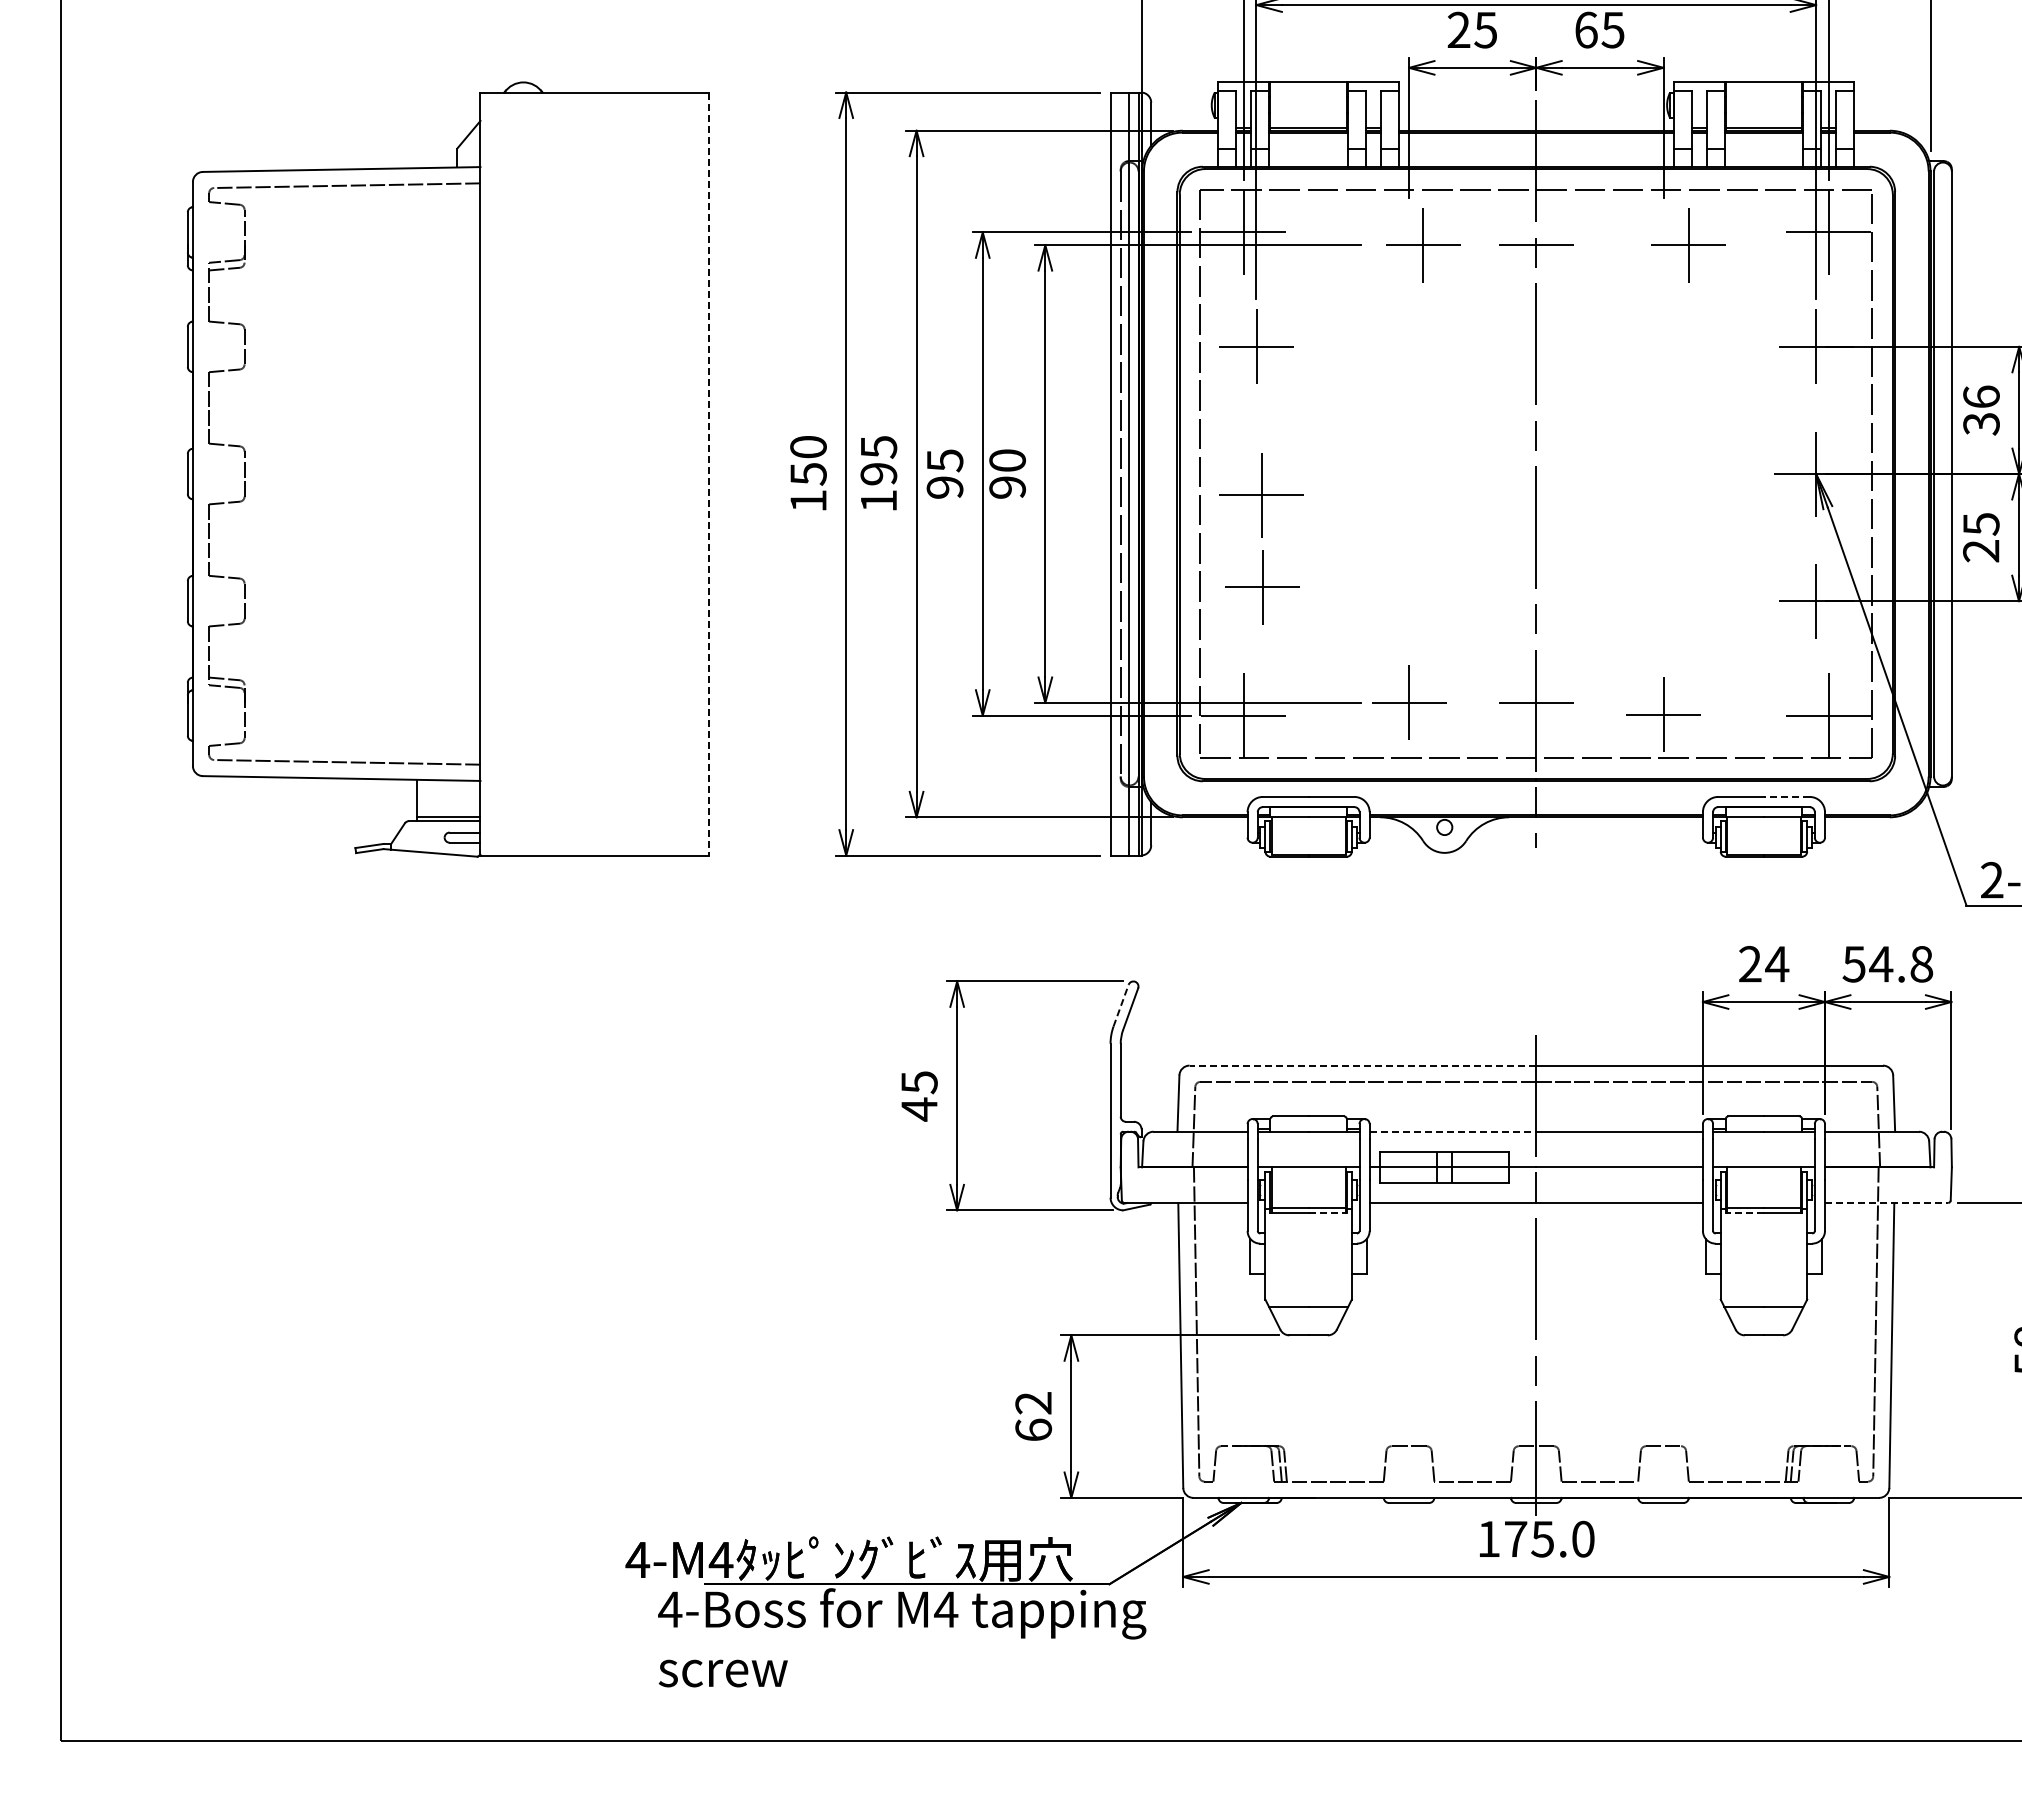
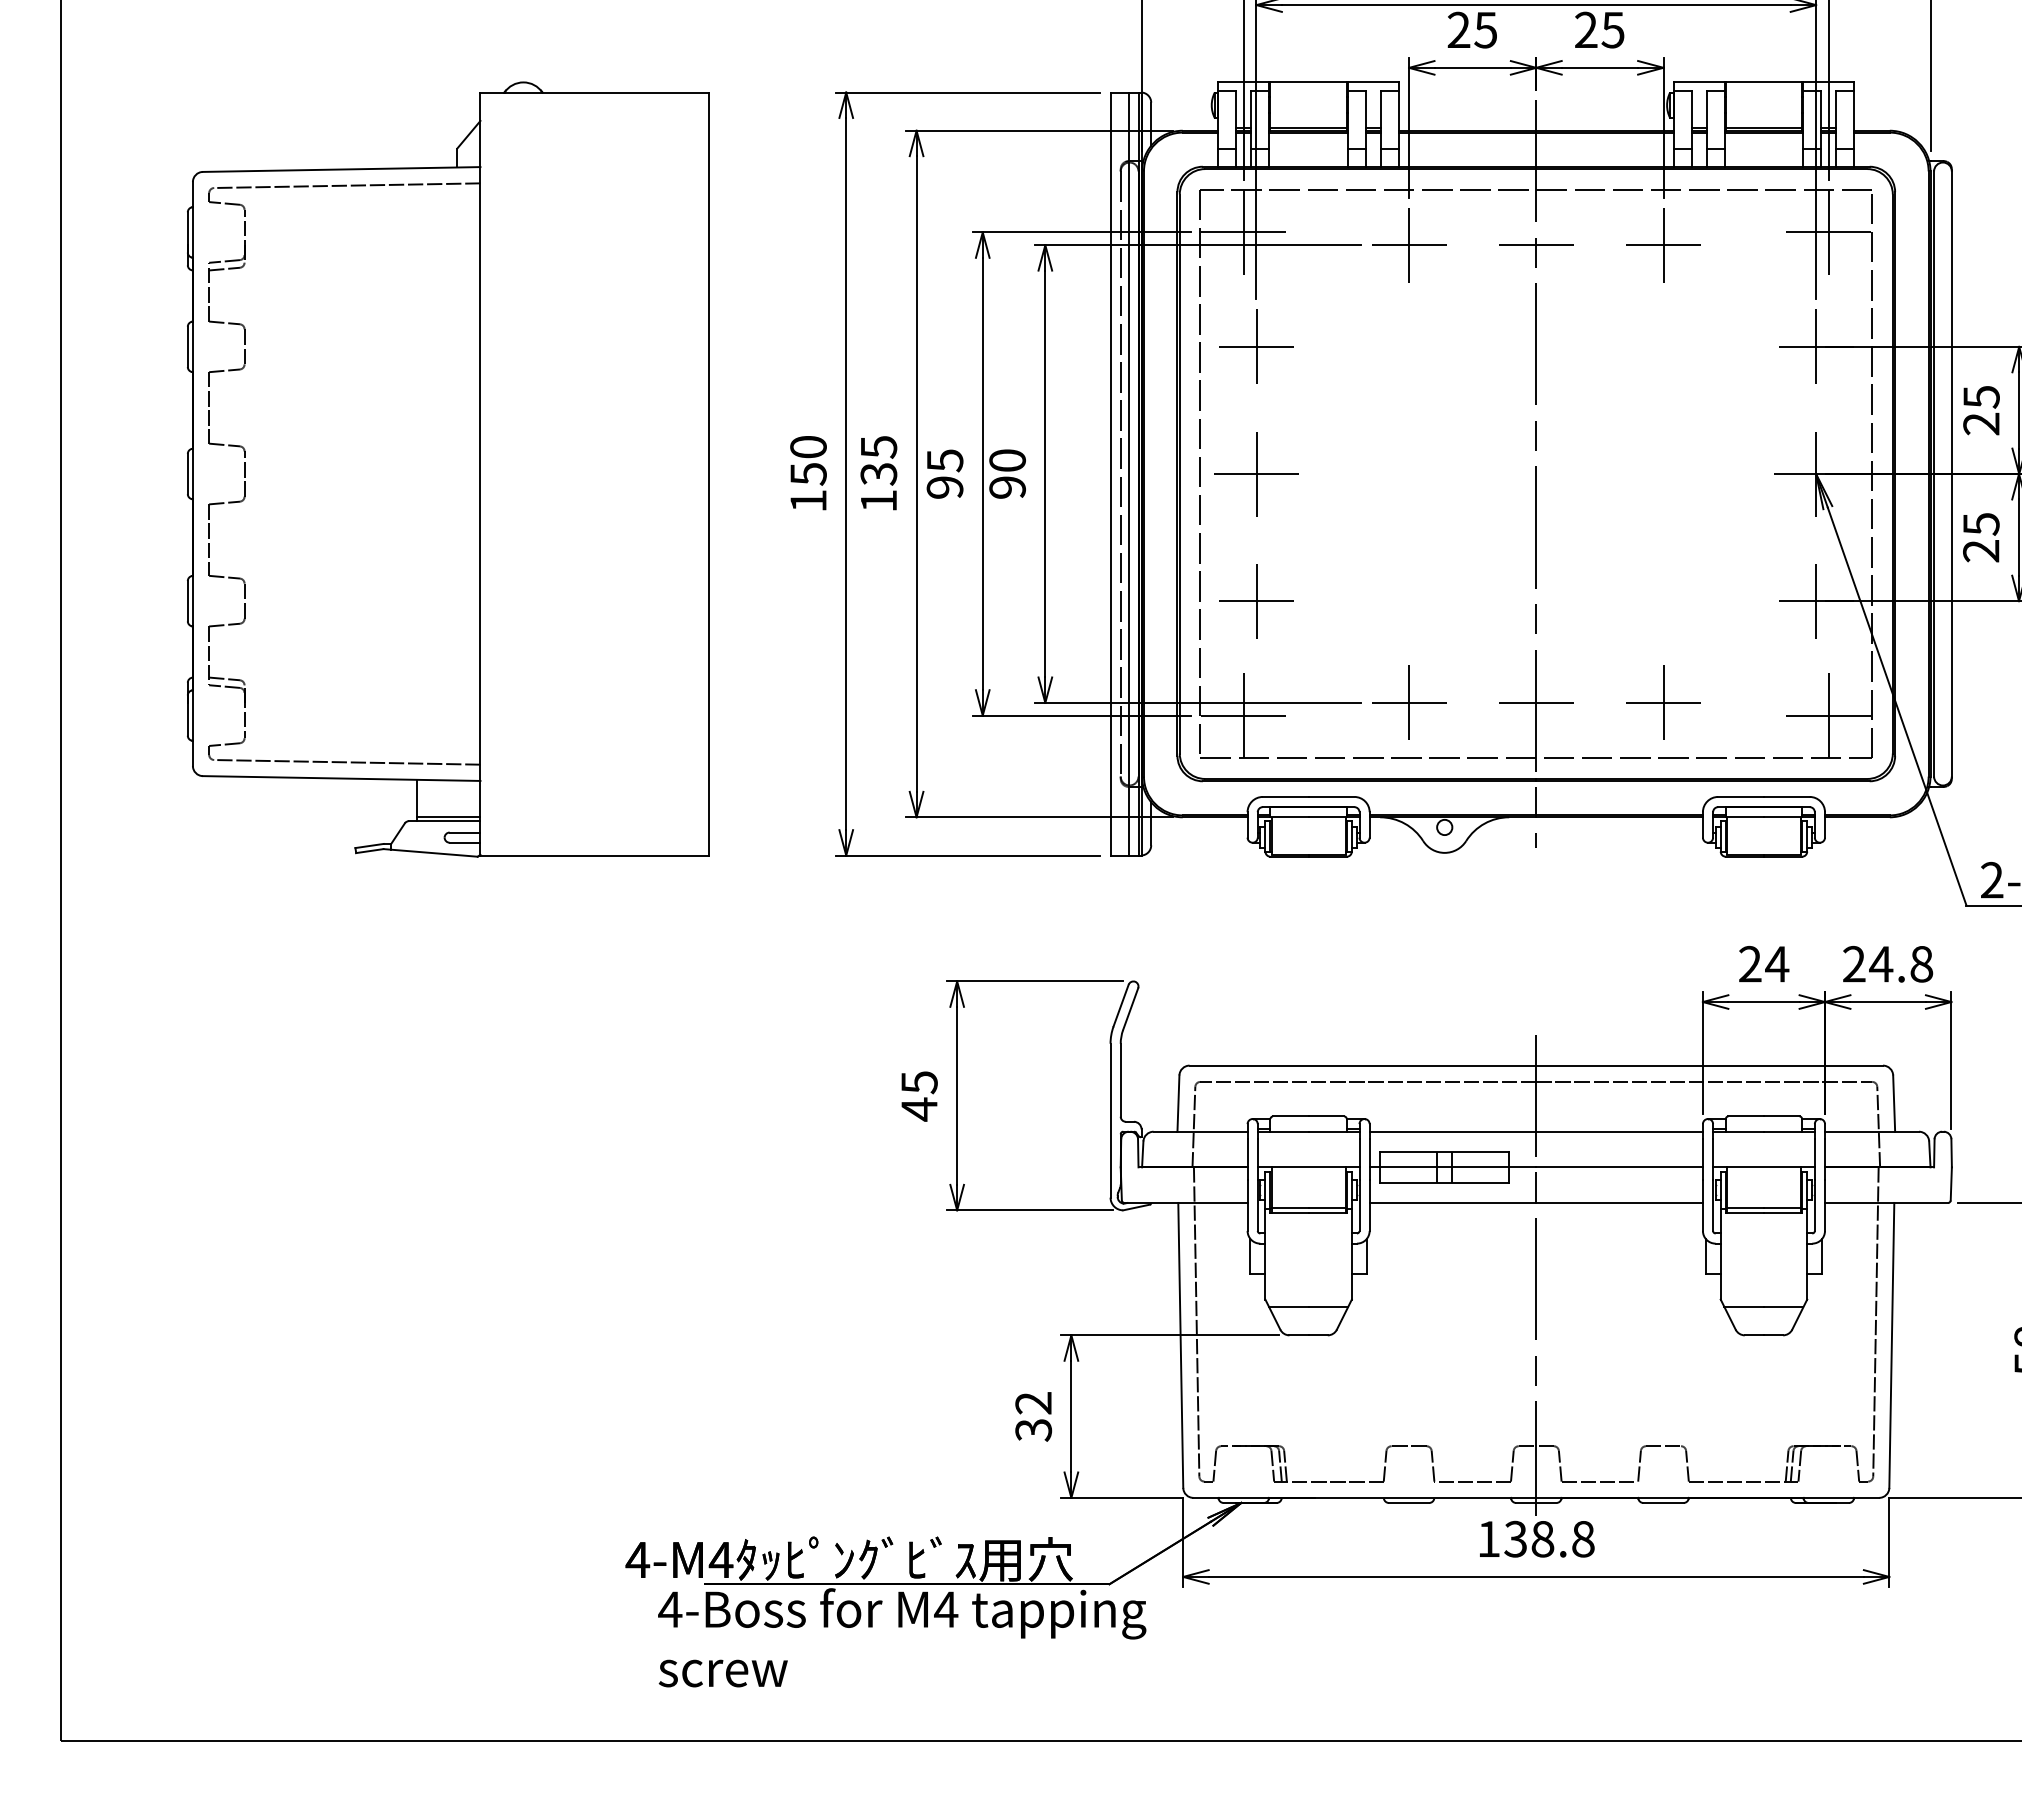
text at (1586, 29): 65 -> 25
part at (1423, 245) position: (1423, 245) -> (1409, 245)
part at (1688, 245) position: (1688, 245) -> (1663, 245)
text at (1981, 410): 36 -> 25
line at (709, 474): dashed -> solid
text at (878, 474): 195 -> 135
part at (1261, 495) position: (1261, 495) -> (1256, 474)
part at (1262, 587) position: (1262, 587) -> (1256, 601)
part at (1663, 714) position: (1663, 714) -> (1663, 702)
line at (1786, 796): dashed -> solid
text at (1853, 963): 54.8 -> 24.8
line at (1121, 1005): dashed -> solid
line at (1362, 1065): dashed -> solid
line at (1453, 1131): dashed -> solid
line at (1886, 1202): dashed -> solid
line at (1328, 1213): dashed -> solid
line at (1744, 1213): dashed -> solid
text at (1033, 1429): 62 -> 32
text at (1549, 1538): 175.0 -> 138.8
